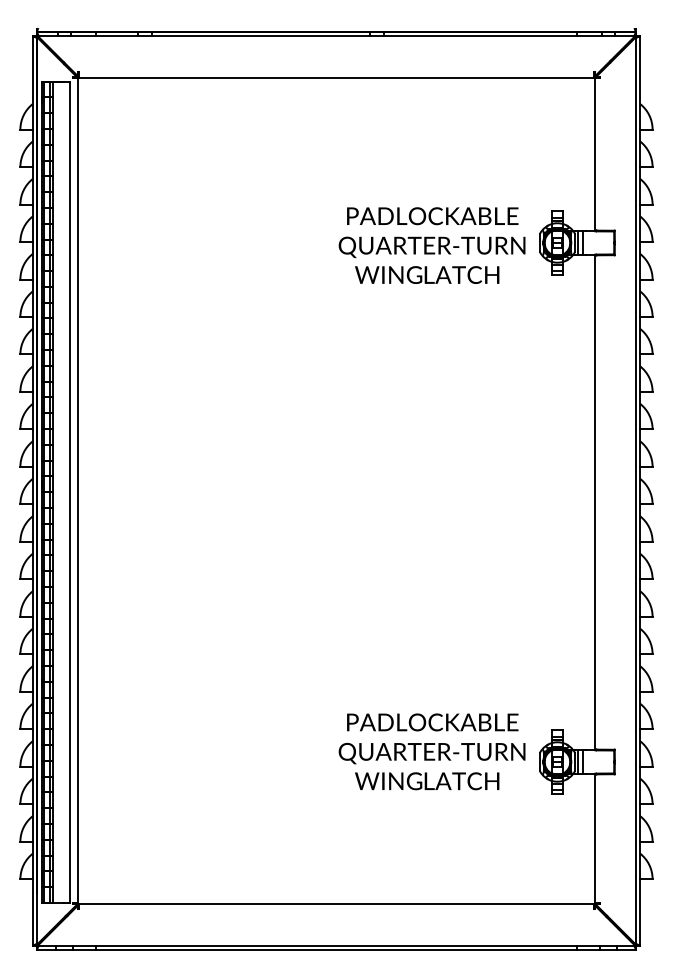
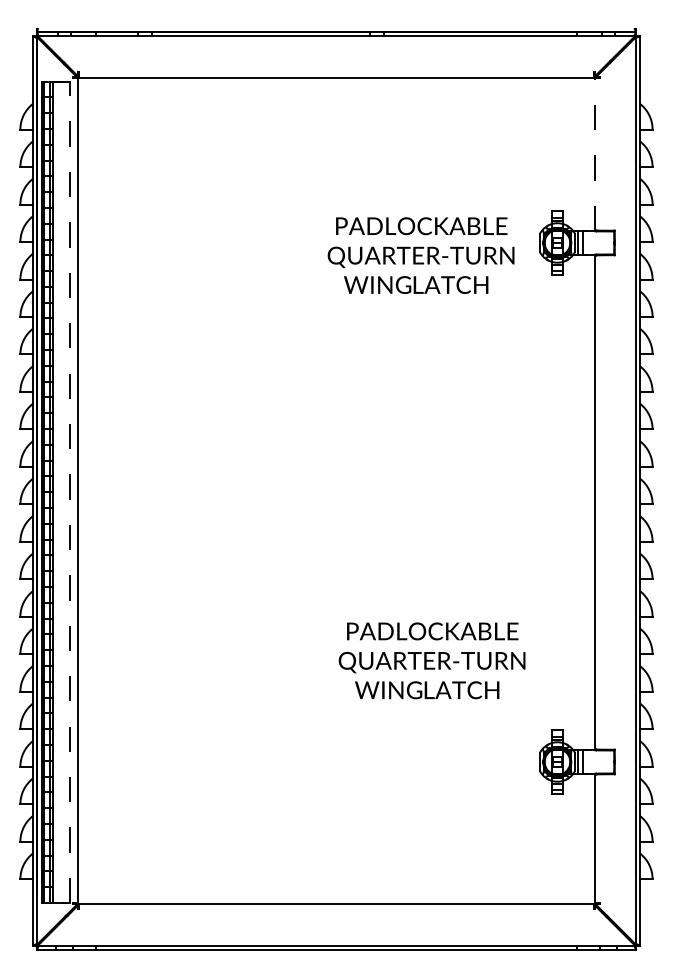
line at (594, 154): solid -> dashed
text at (431, 245) position: (431, 245) -> (420, 255)
line at (70, 492): solid -> dashed
text at (431, 751) position: (431, 751) -> (431, 660)
